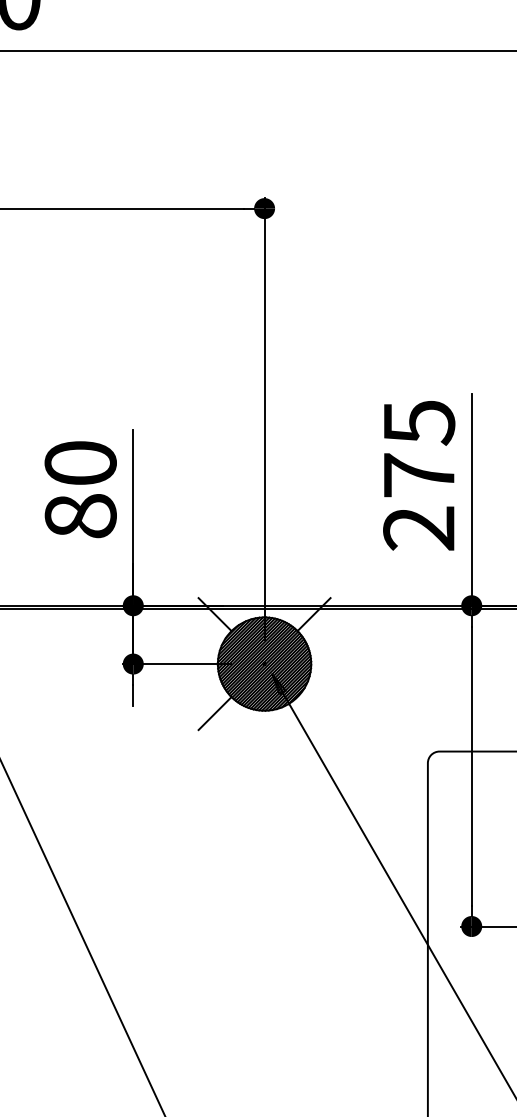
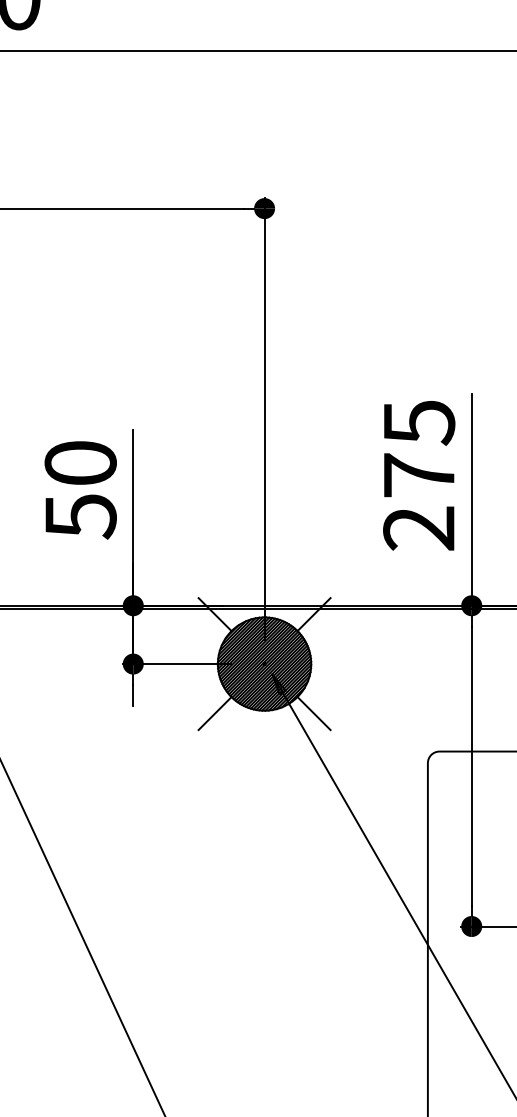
text at (80, 516): 80 -> 50
line at (313, 713): none -> present
